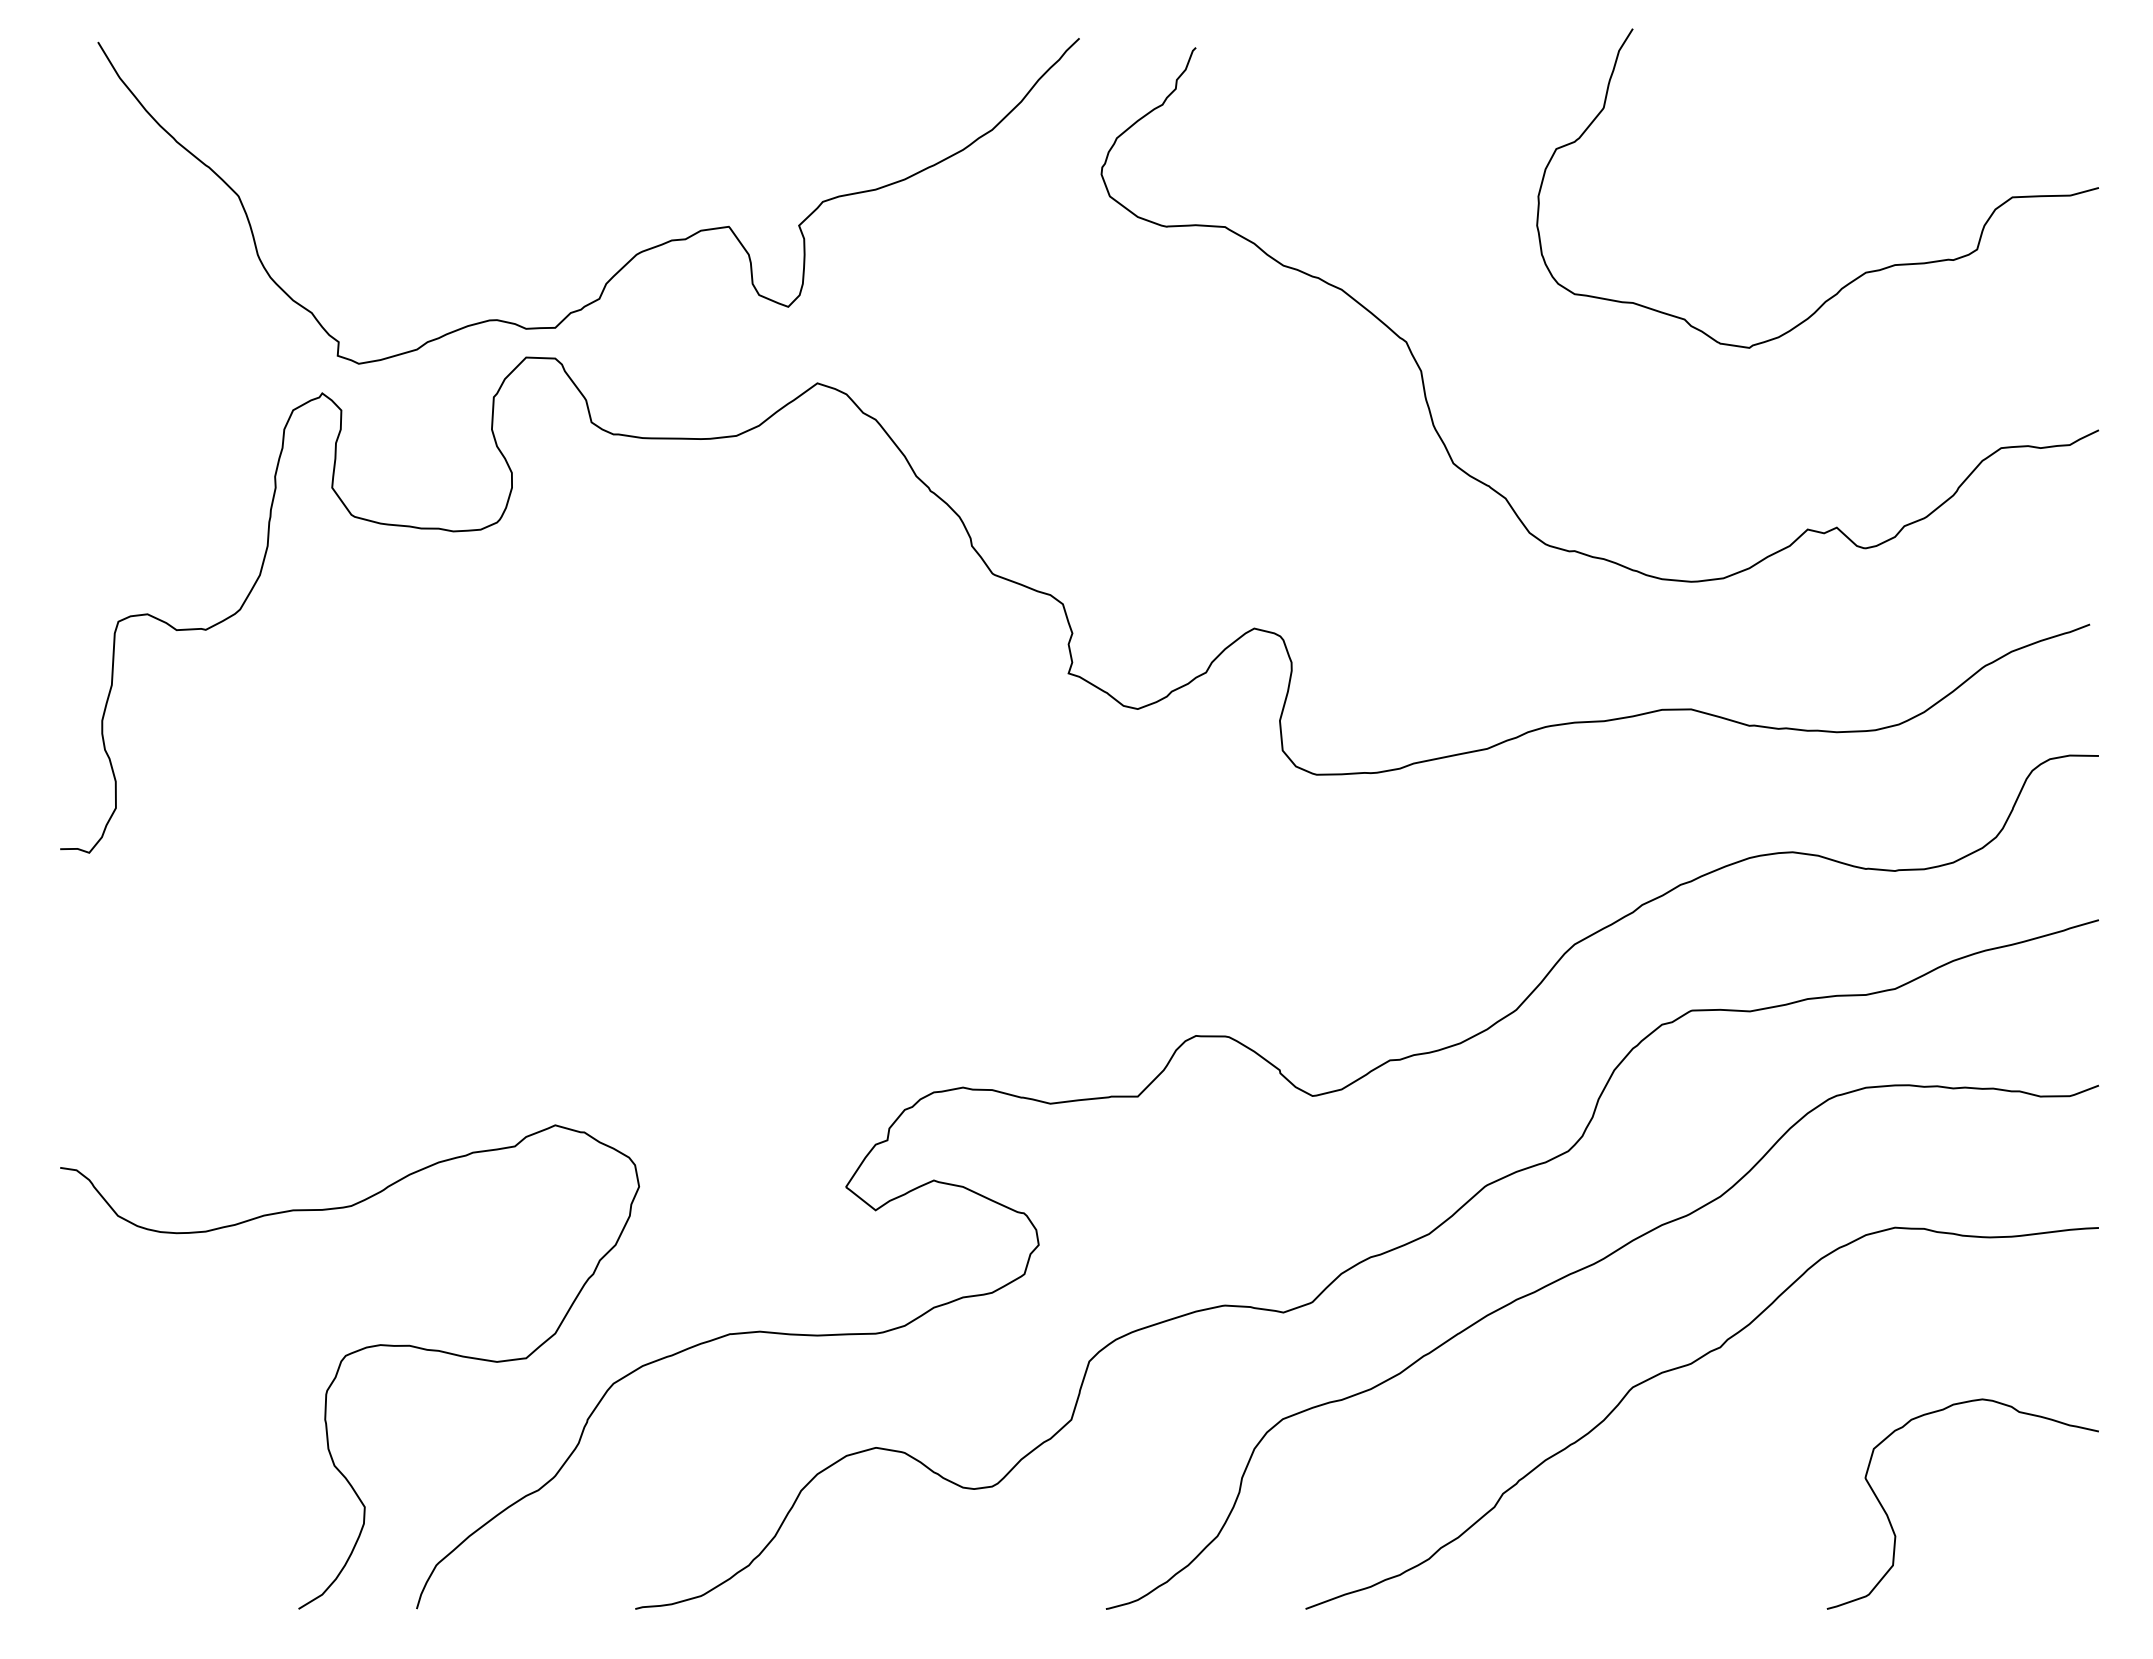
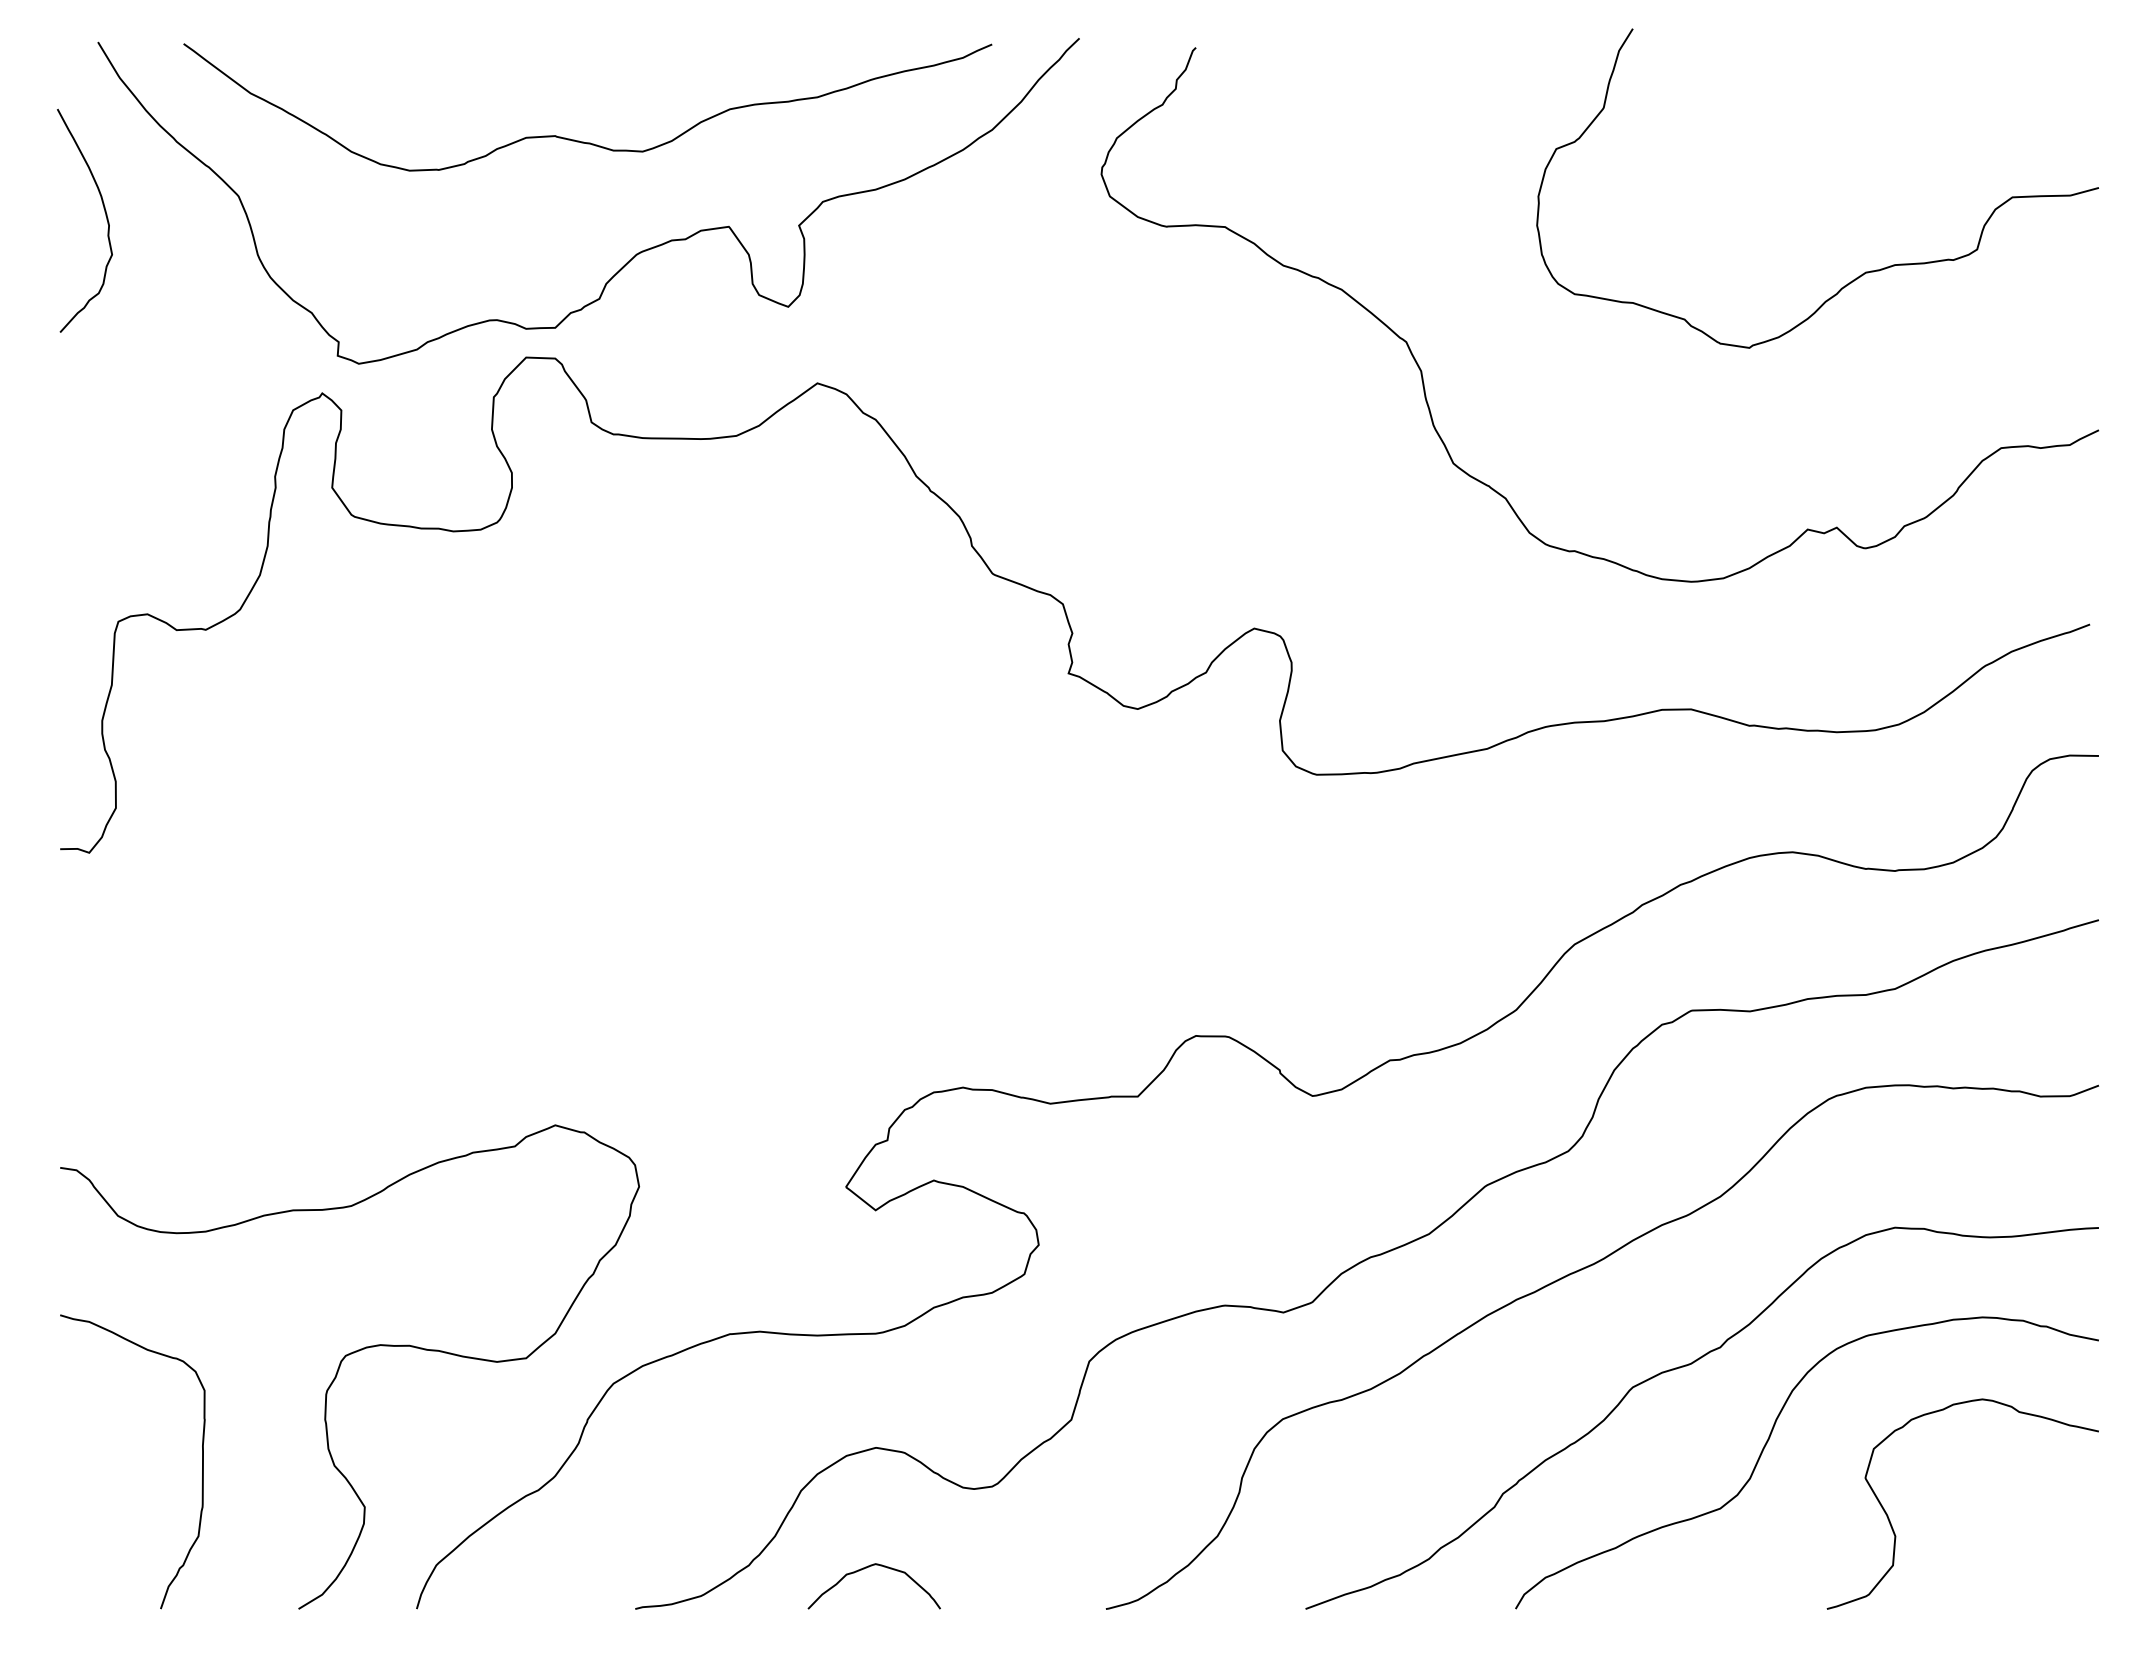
curve at (579, 140): none -> present
curve at (105, 216): none -> present
curve at (1767, 1443): none -> present
curve at (202, 1461): none -> present
curve at (864, 1569): none -> present
